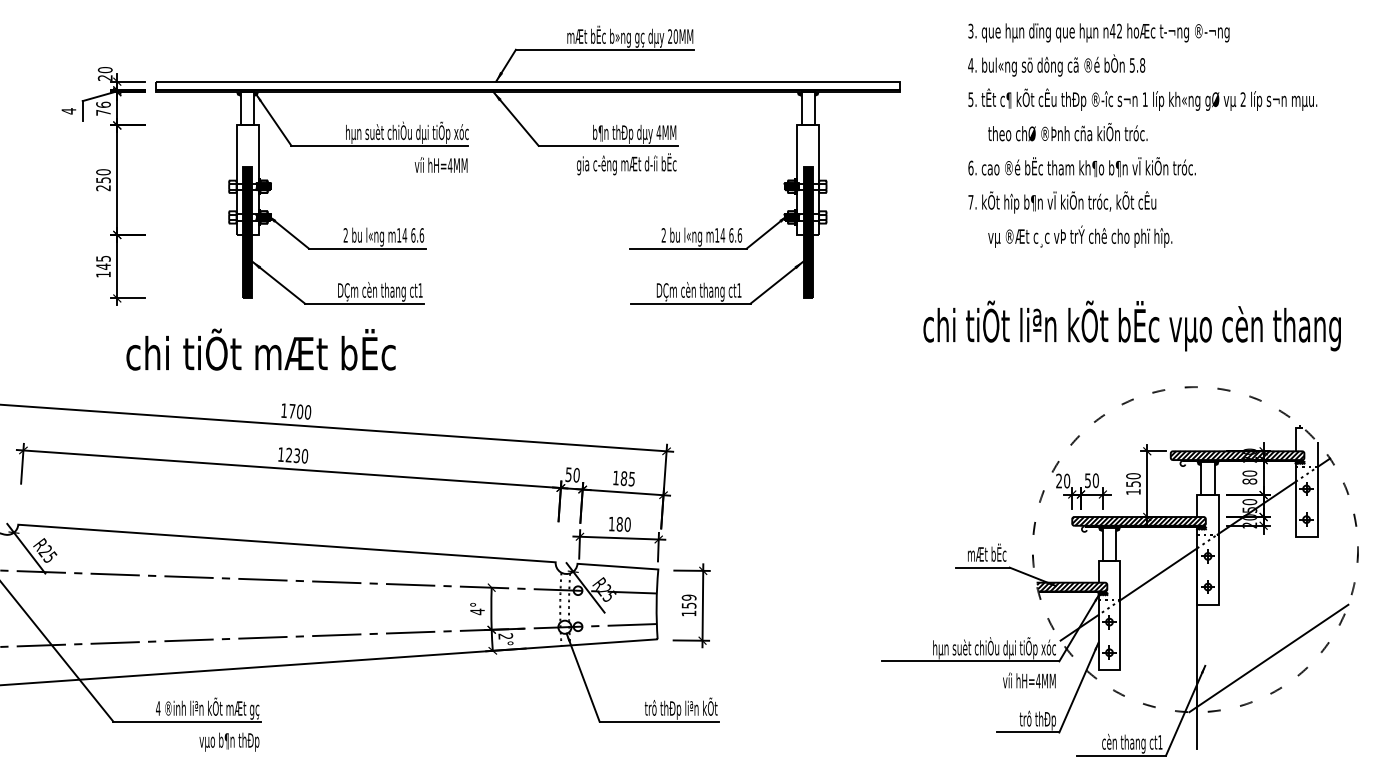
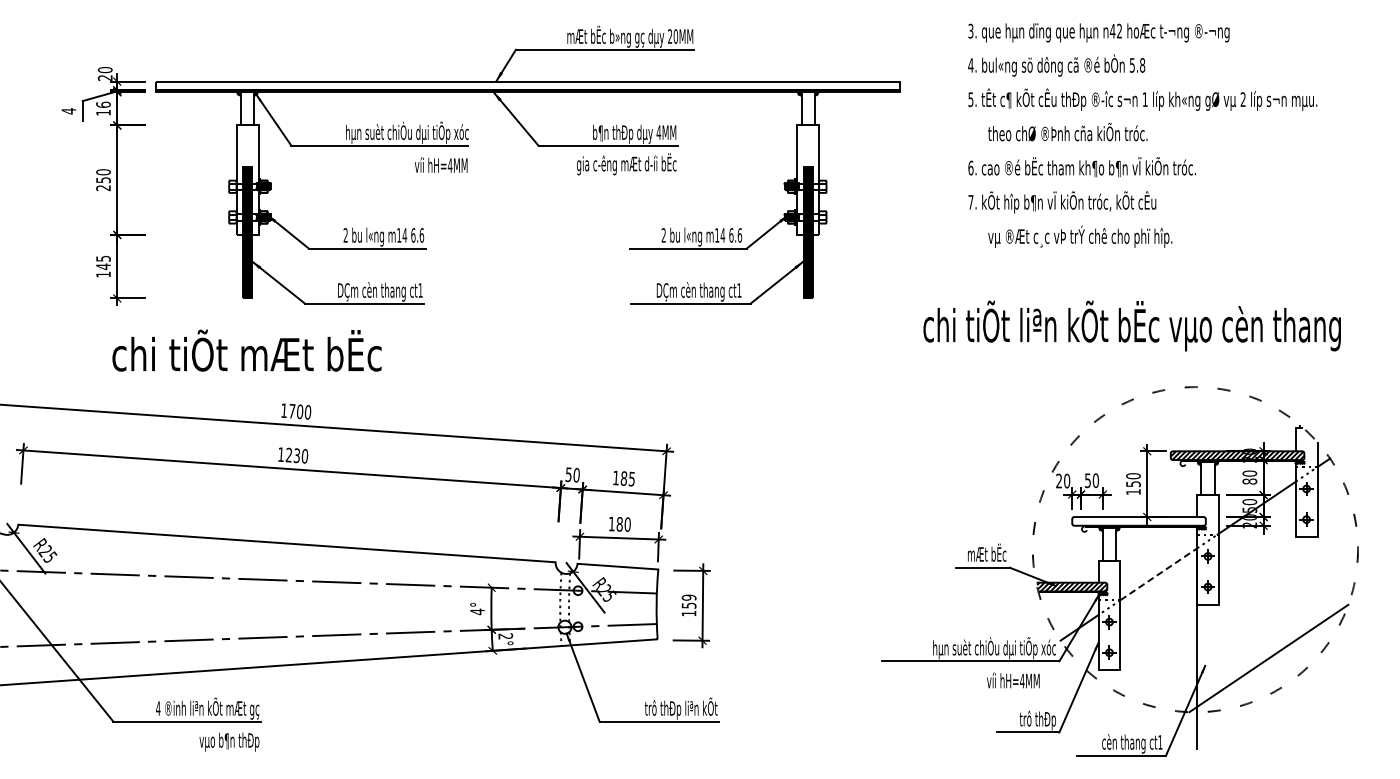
text at (103, 112): 76 -> 16
text at (260, 349) position: (260, 349) -> (246, 350)
hatch at (1138, 521): present -> none
line at (1159, 574): solid -> dashed
text at (1029, 680) position: (1029, 680) -> (1013, 680)
